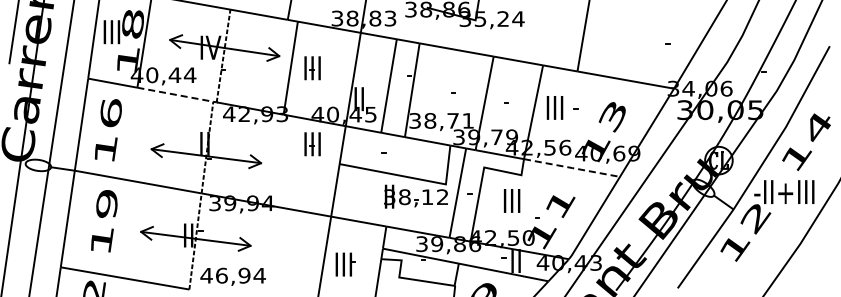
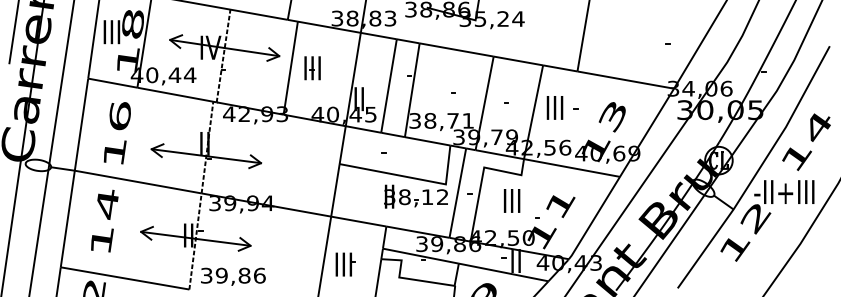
line at (178, 95): dashed -> solid
text at (107, 130) position: (107, 130) -> (116, 133)
part at (312, 144): present -> none
line at (572, 168): dashed -> solid
text at (107, 204): 19 -> 14
text at (232, 275): 46,94 -> 39,86
